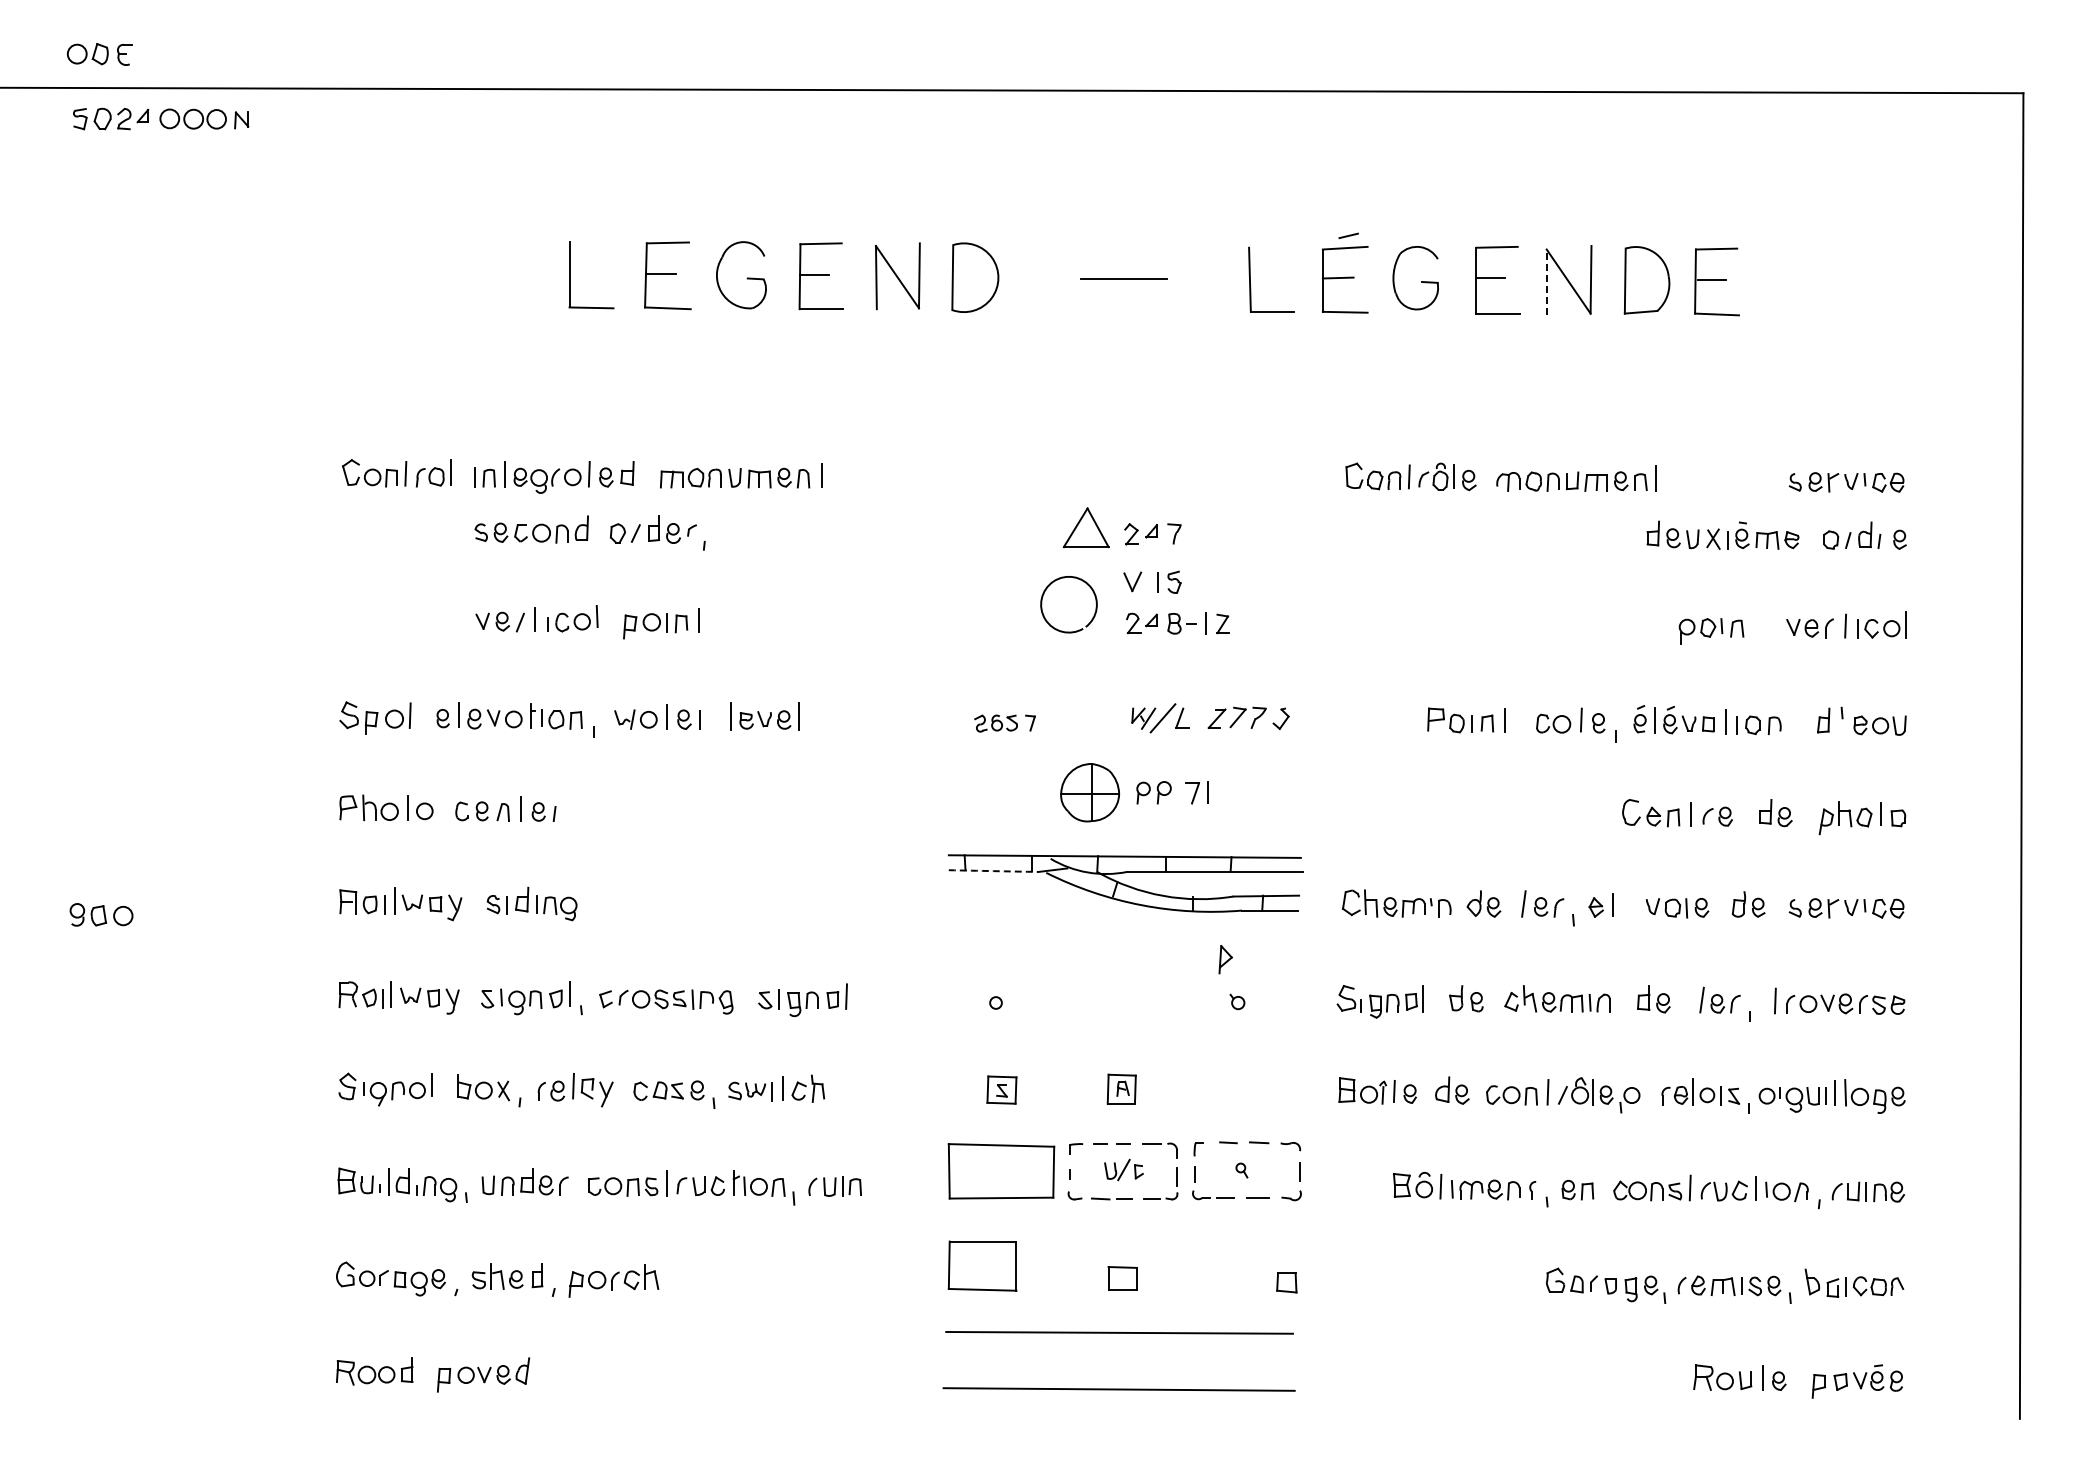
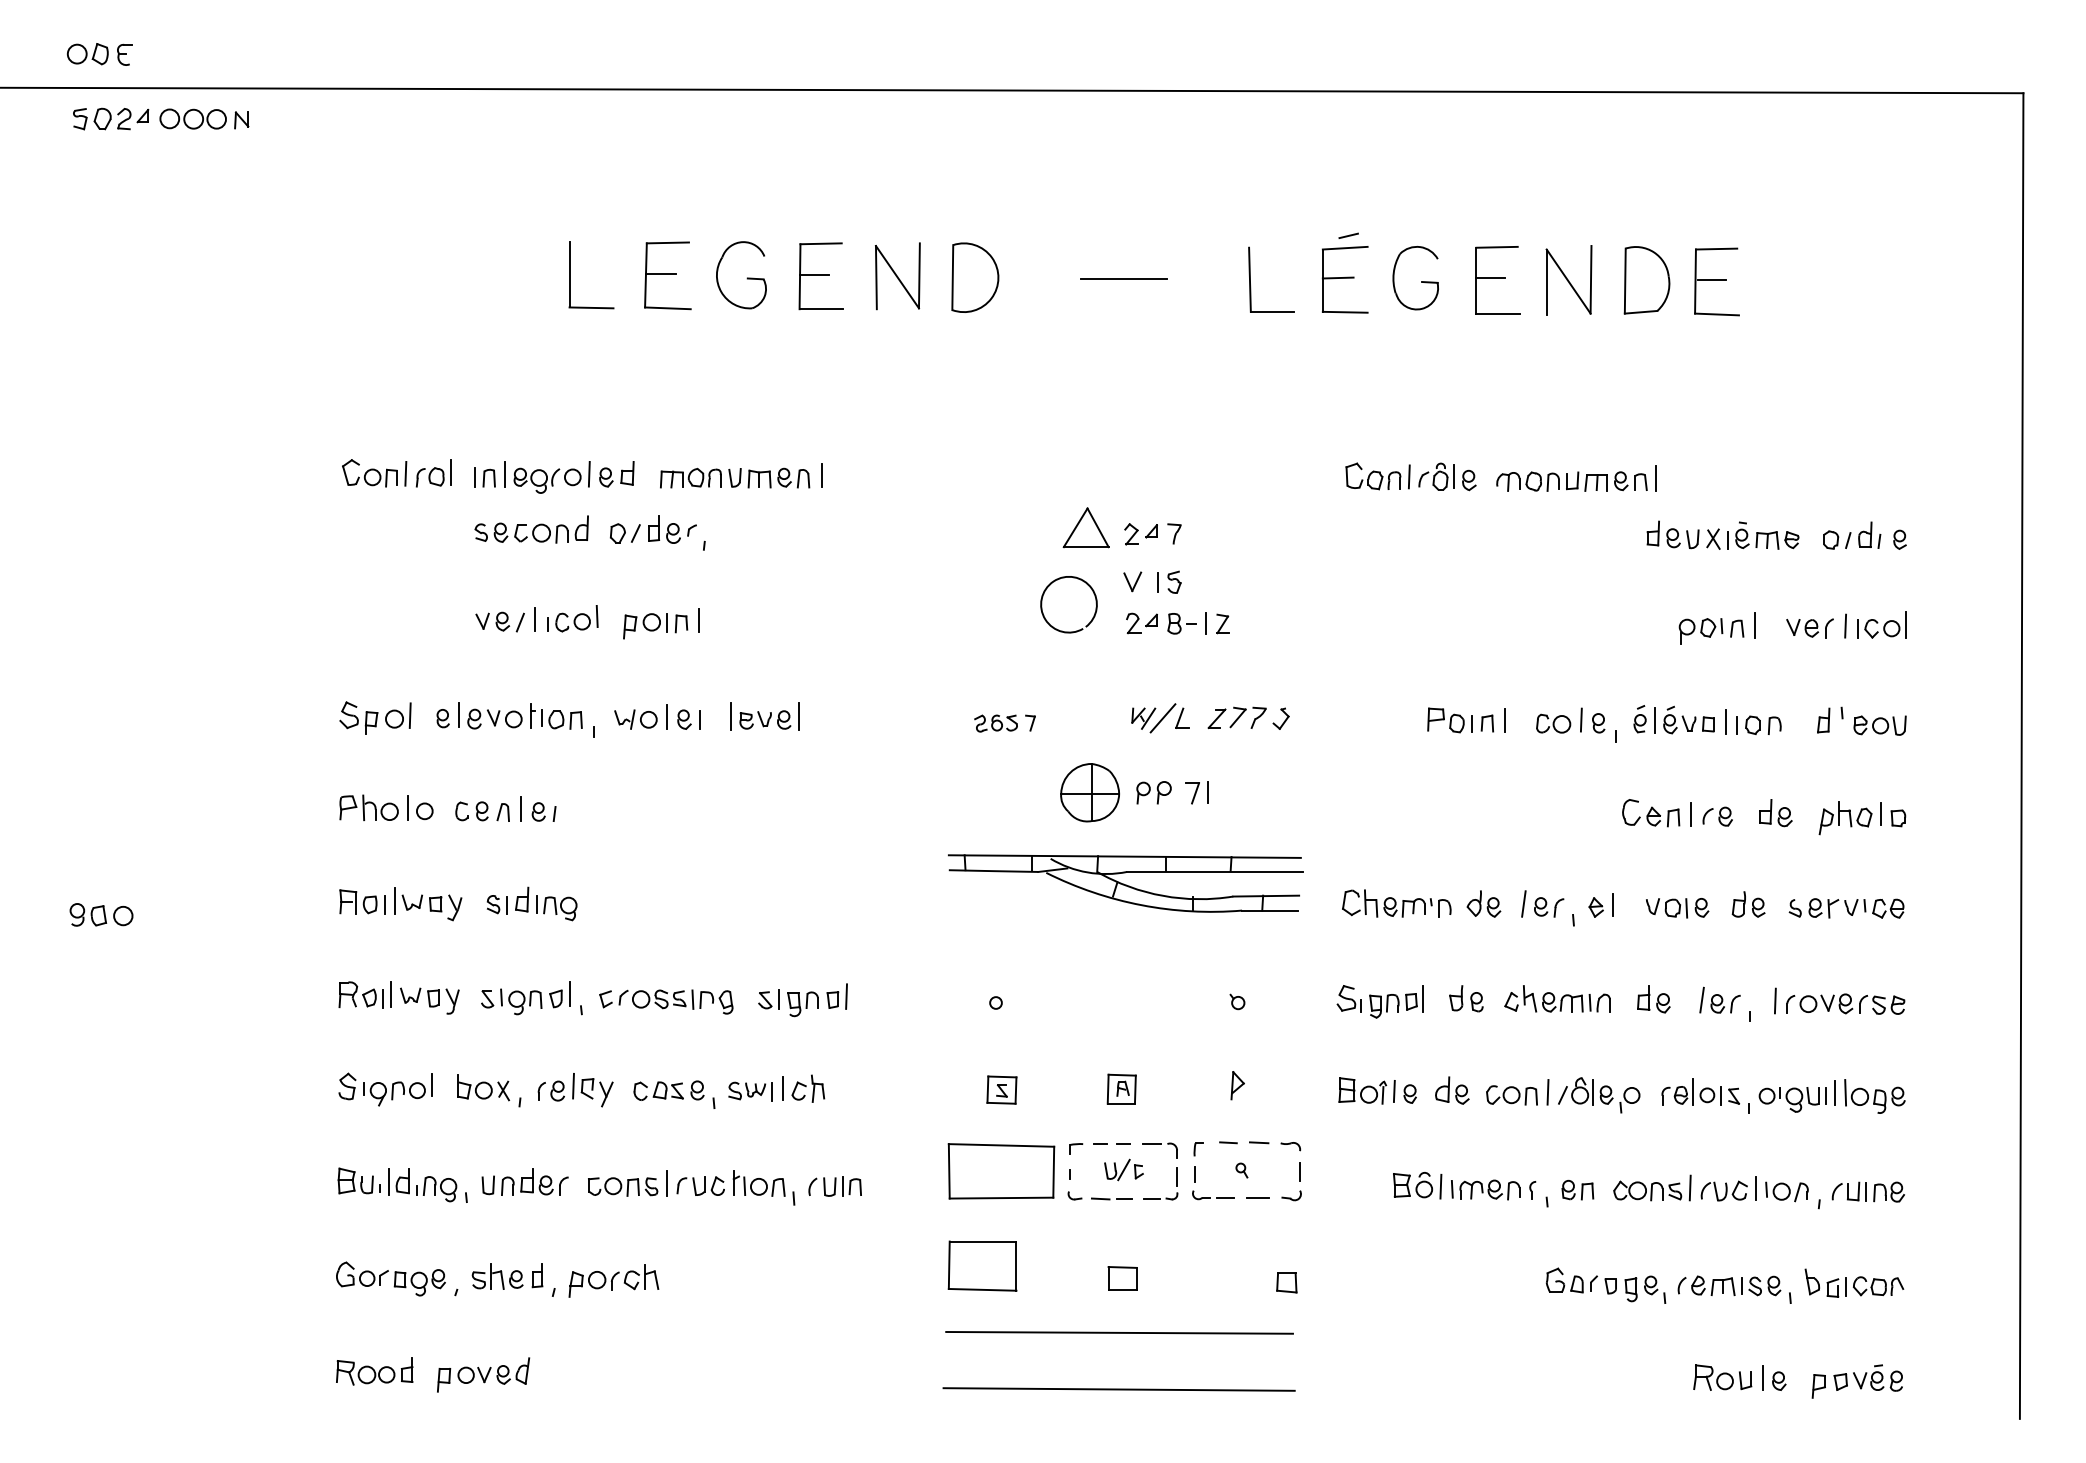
line at (1546, 282): dashed -> solid
part at (1846, 482): present -> none
line at (1754, 624): none -> present
arc at (993, 871): dashed -> solid
part at (1225, 959) position: (1225, 959) -> (1237, 1085)
